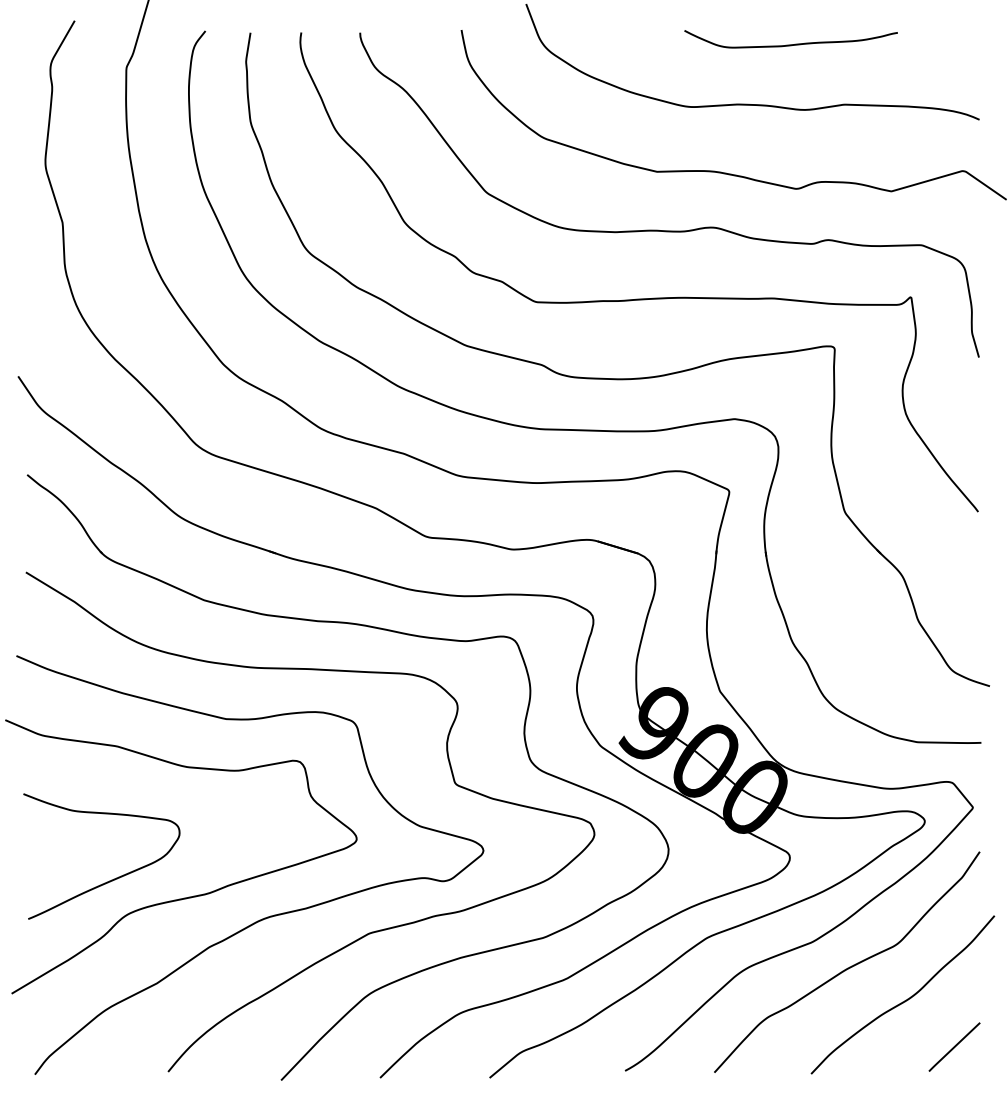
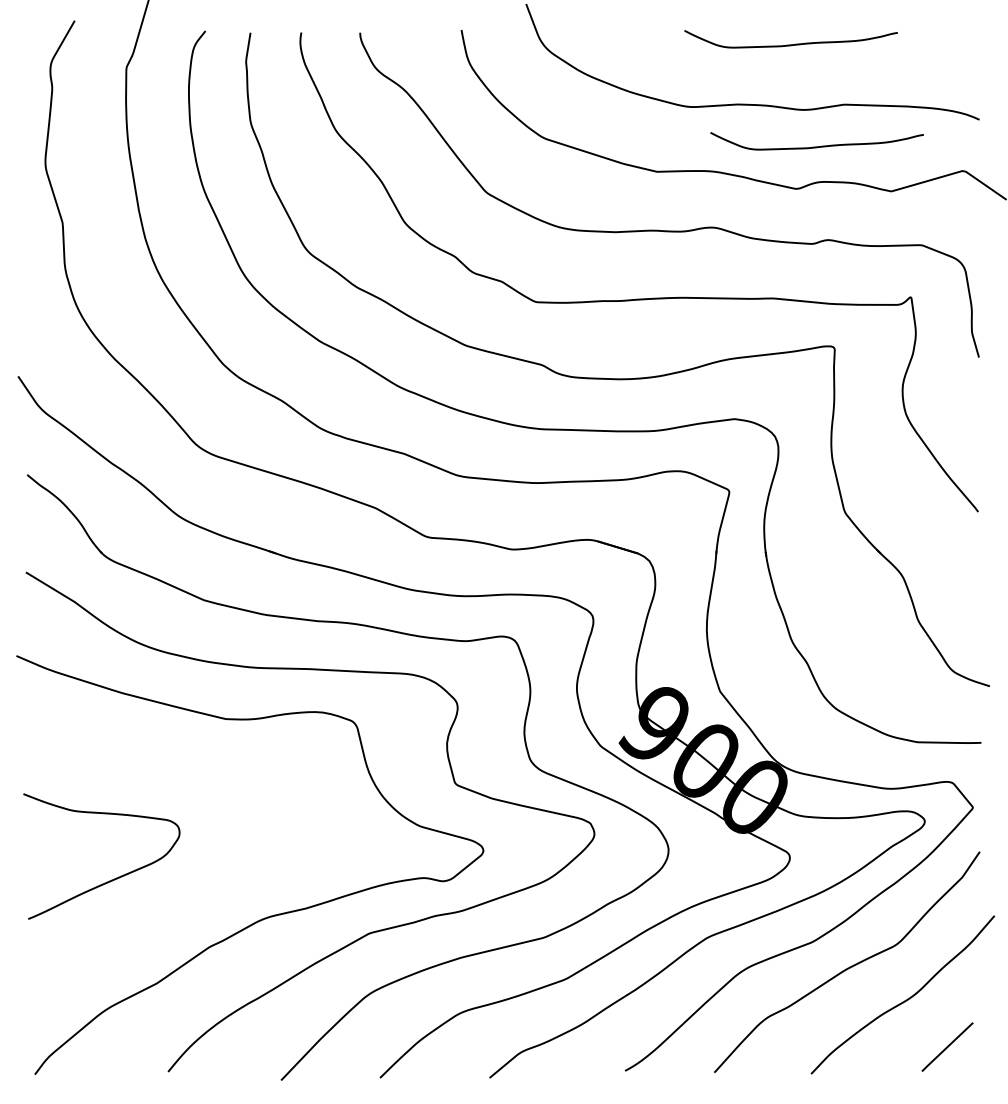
curve at (816, 146): none -> present
curve at (188, 896): present -> none
line at (954, 1046) position: (954, 1046) -> (947, 1046)
